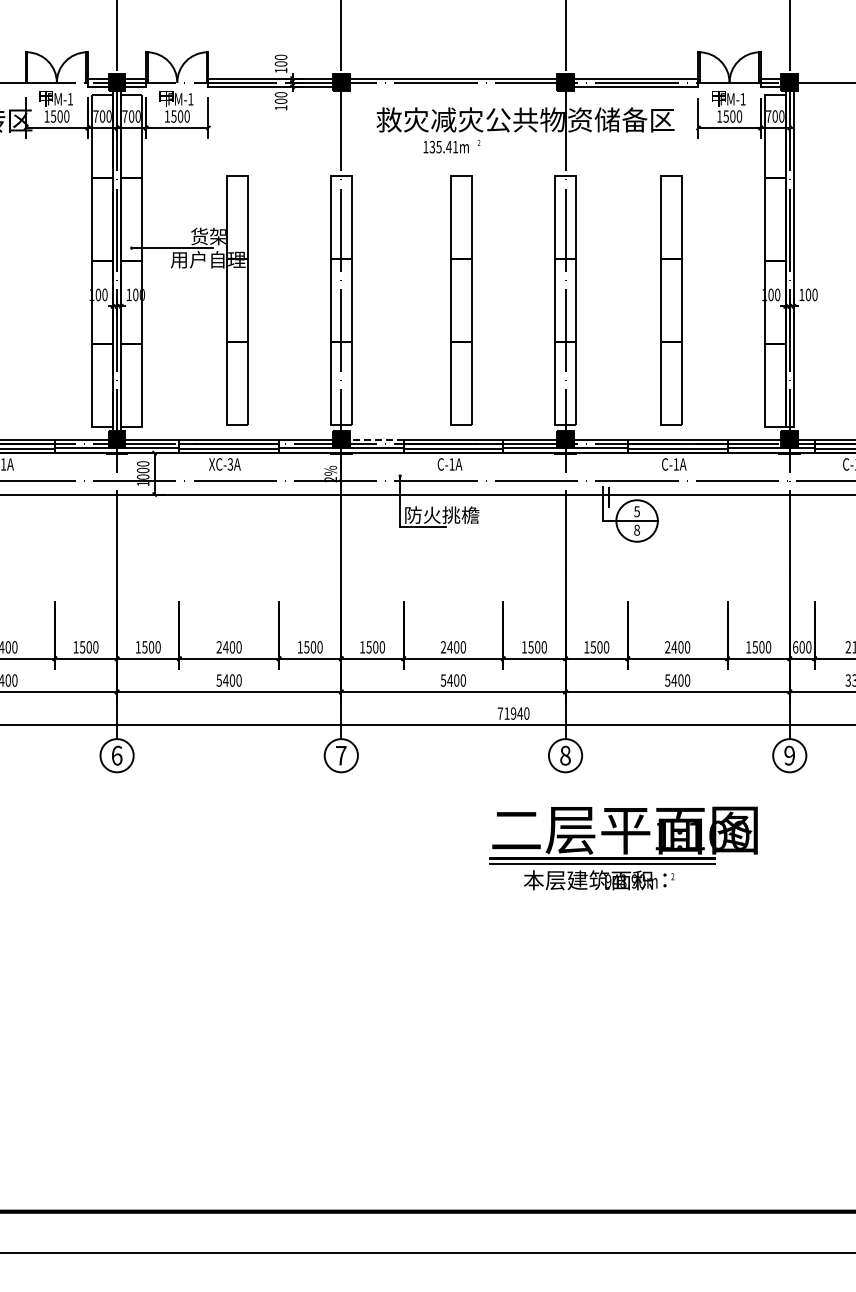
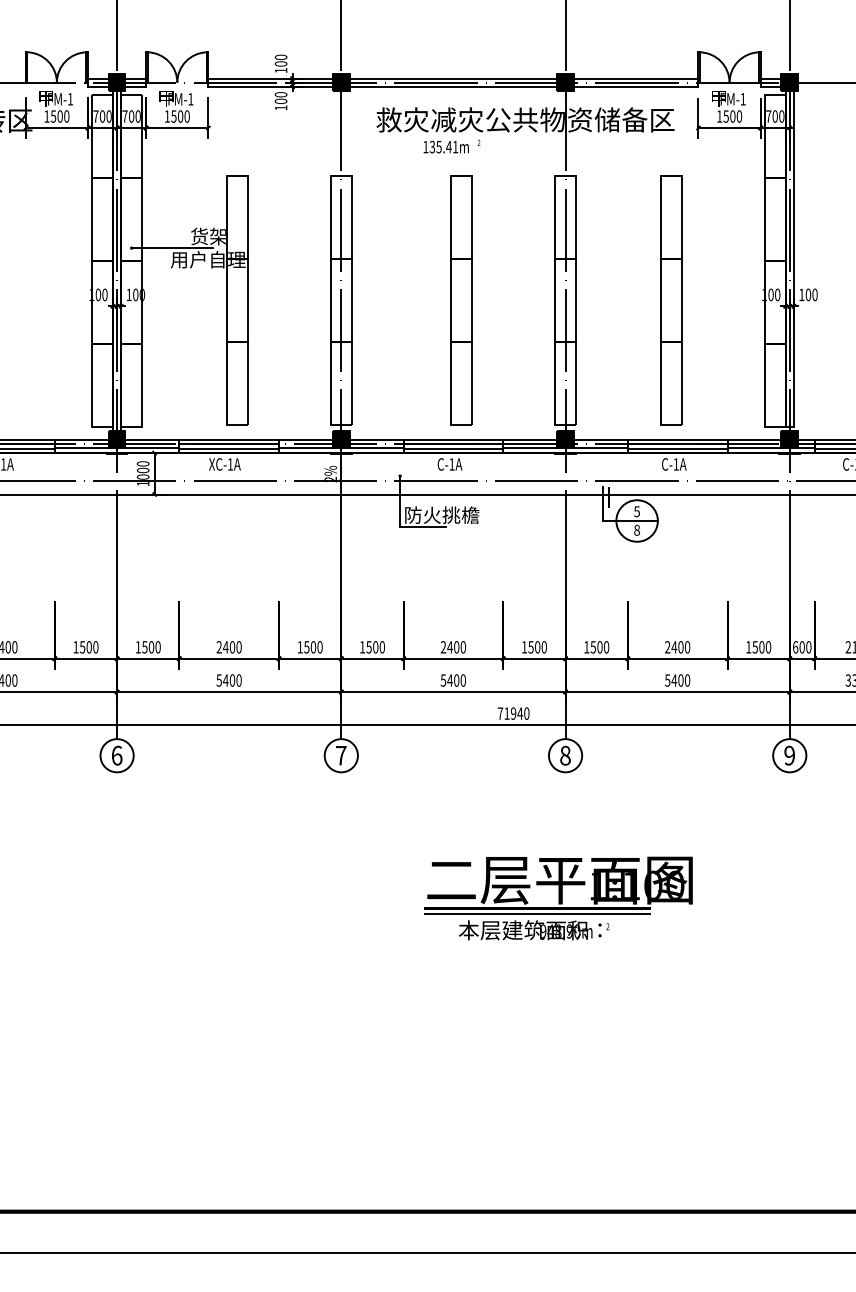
line at (453, 86): none -> present
line at (376, 439): dashed -> solid
text at (230, 464): XC-3A -> XC-1A
part at (623, 848) position: (623, 848) -> (558, 898)
